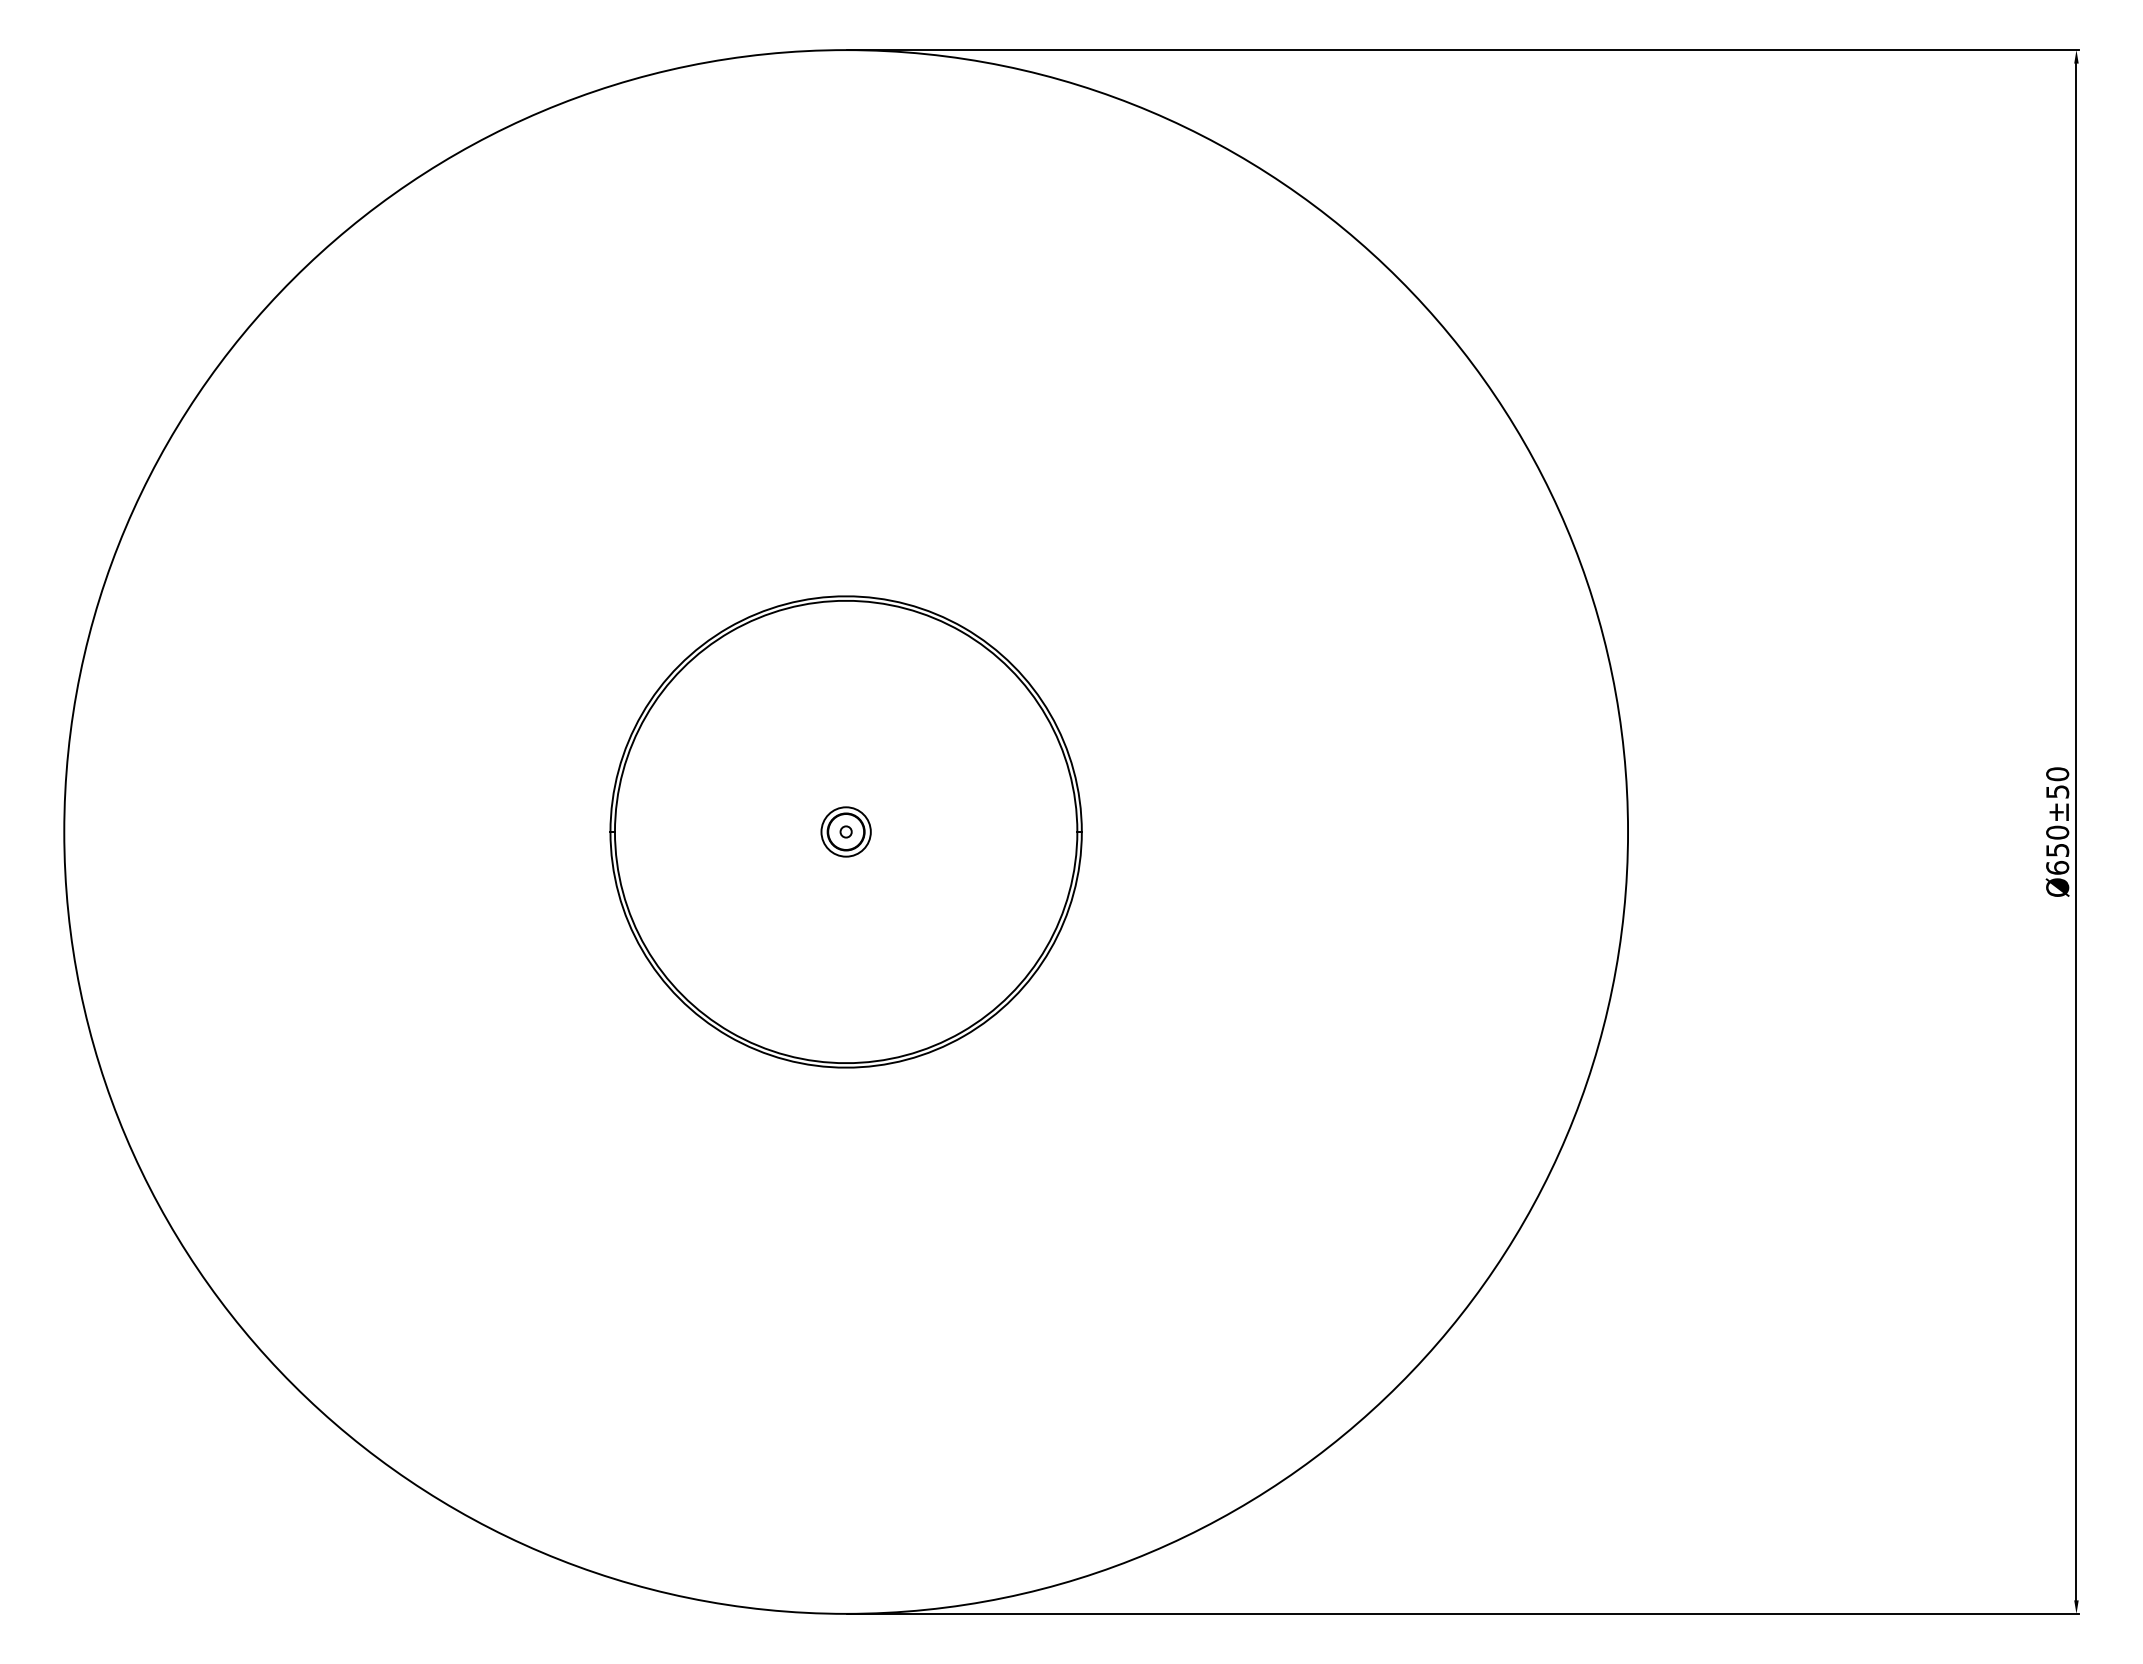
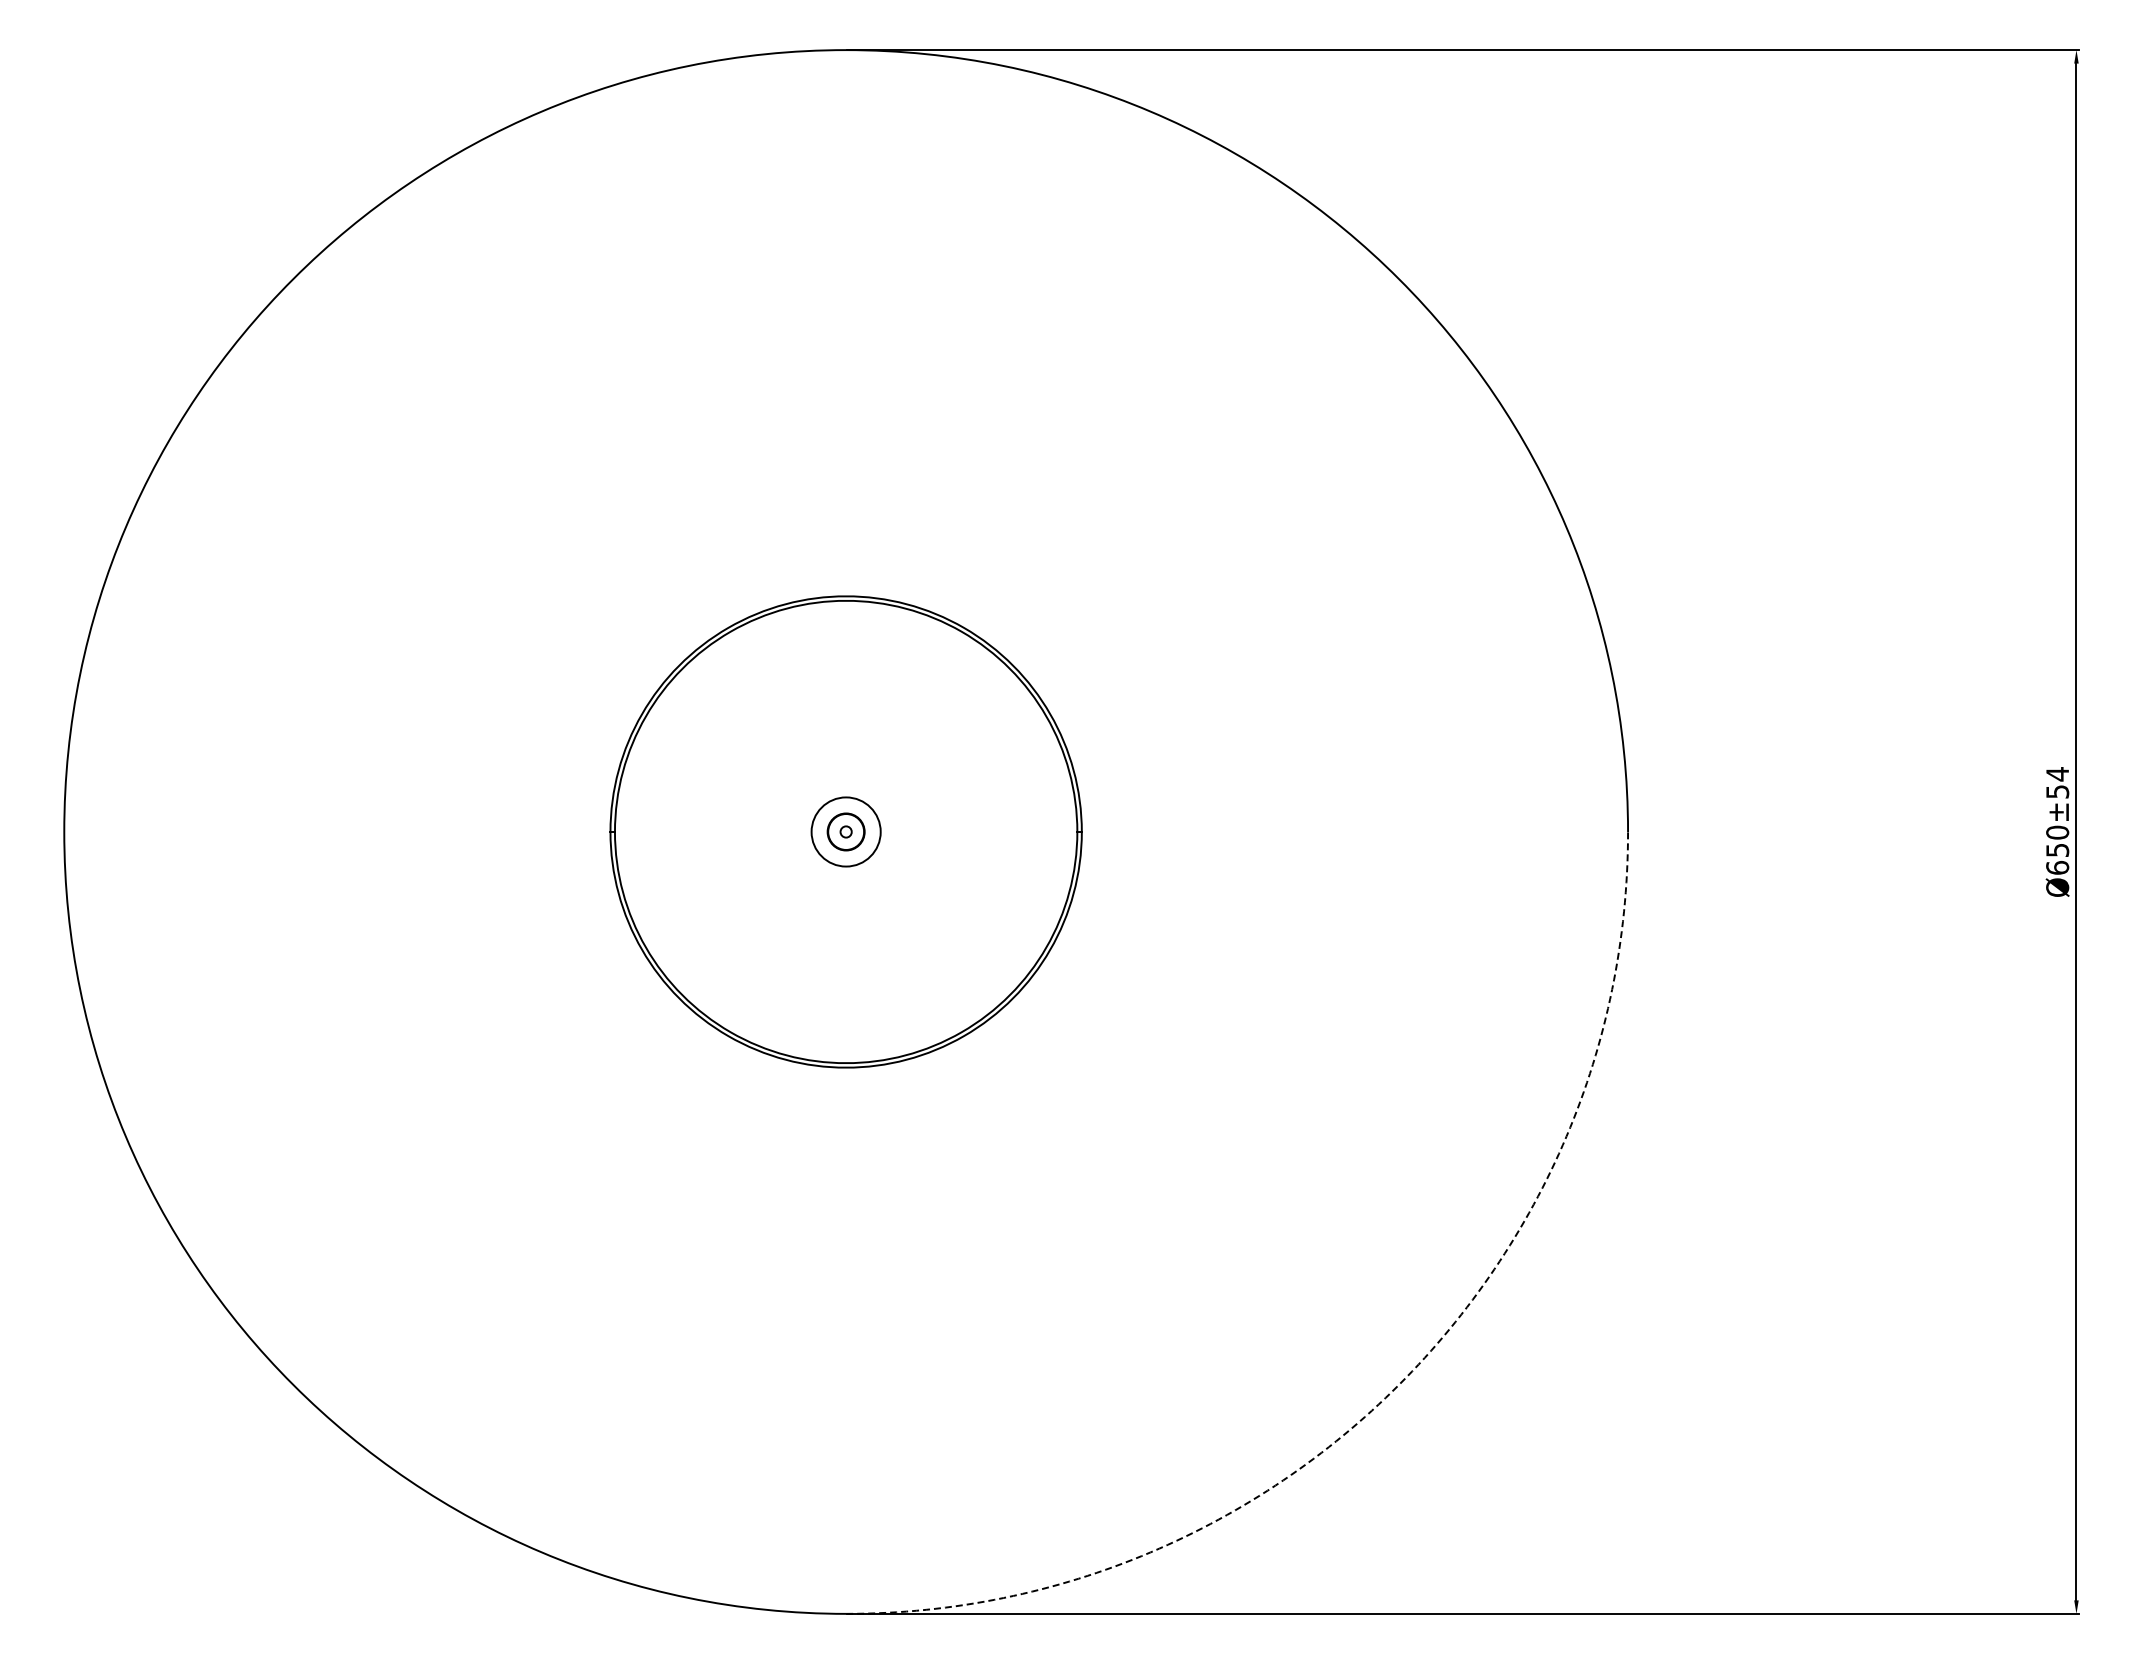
text at (2057, 774): Ø650±50 -> Ø650±54
circle at (845, 831) diameter: 49 px -> 69 px
arc at (1399, 1384): solid -> dashed
